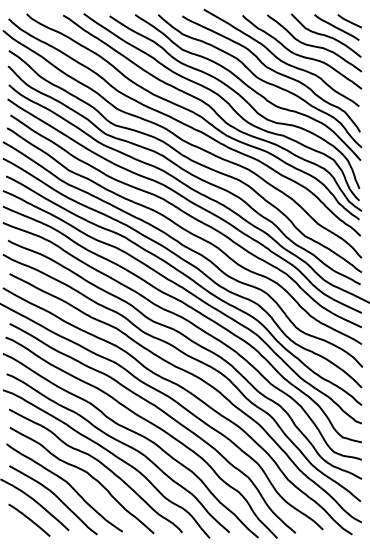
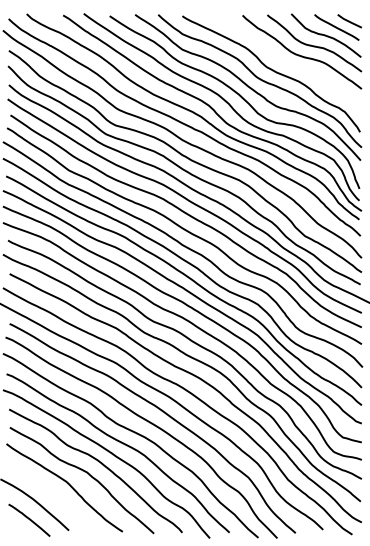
curve at (281, 59): present -> none
curve at (56, 497): present -> none
